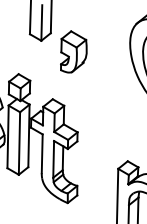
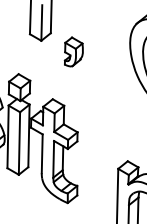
part at (73, 51) size: 28x44 px -> 21x32 px
